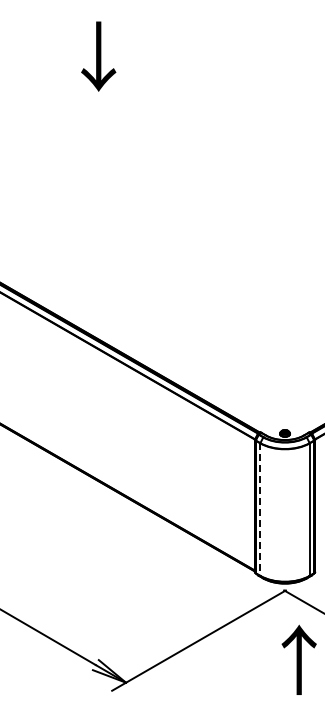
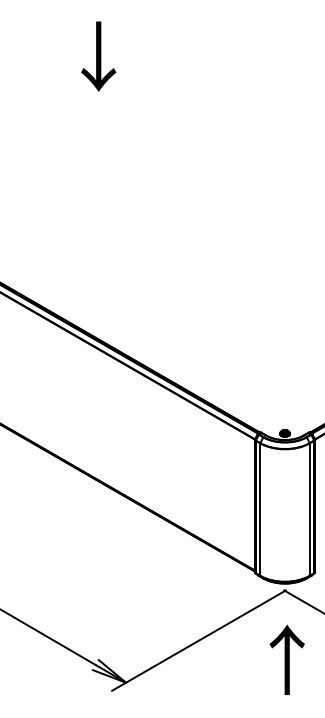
line at (260, 510): dashed -> solid
text at (298, 659) position: (298, 659) -> (286, 659)
